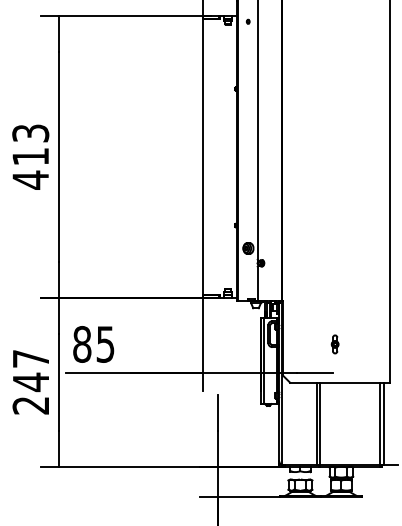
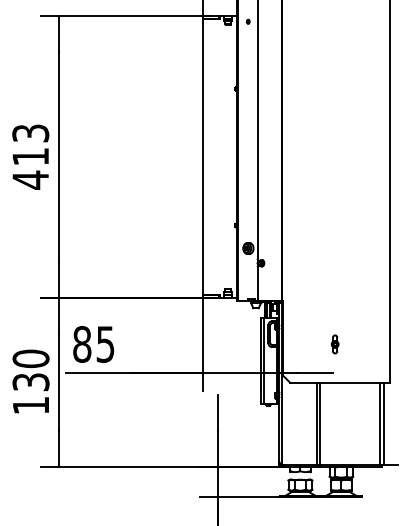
text at (30, 381): 247 -> 130
